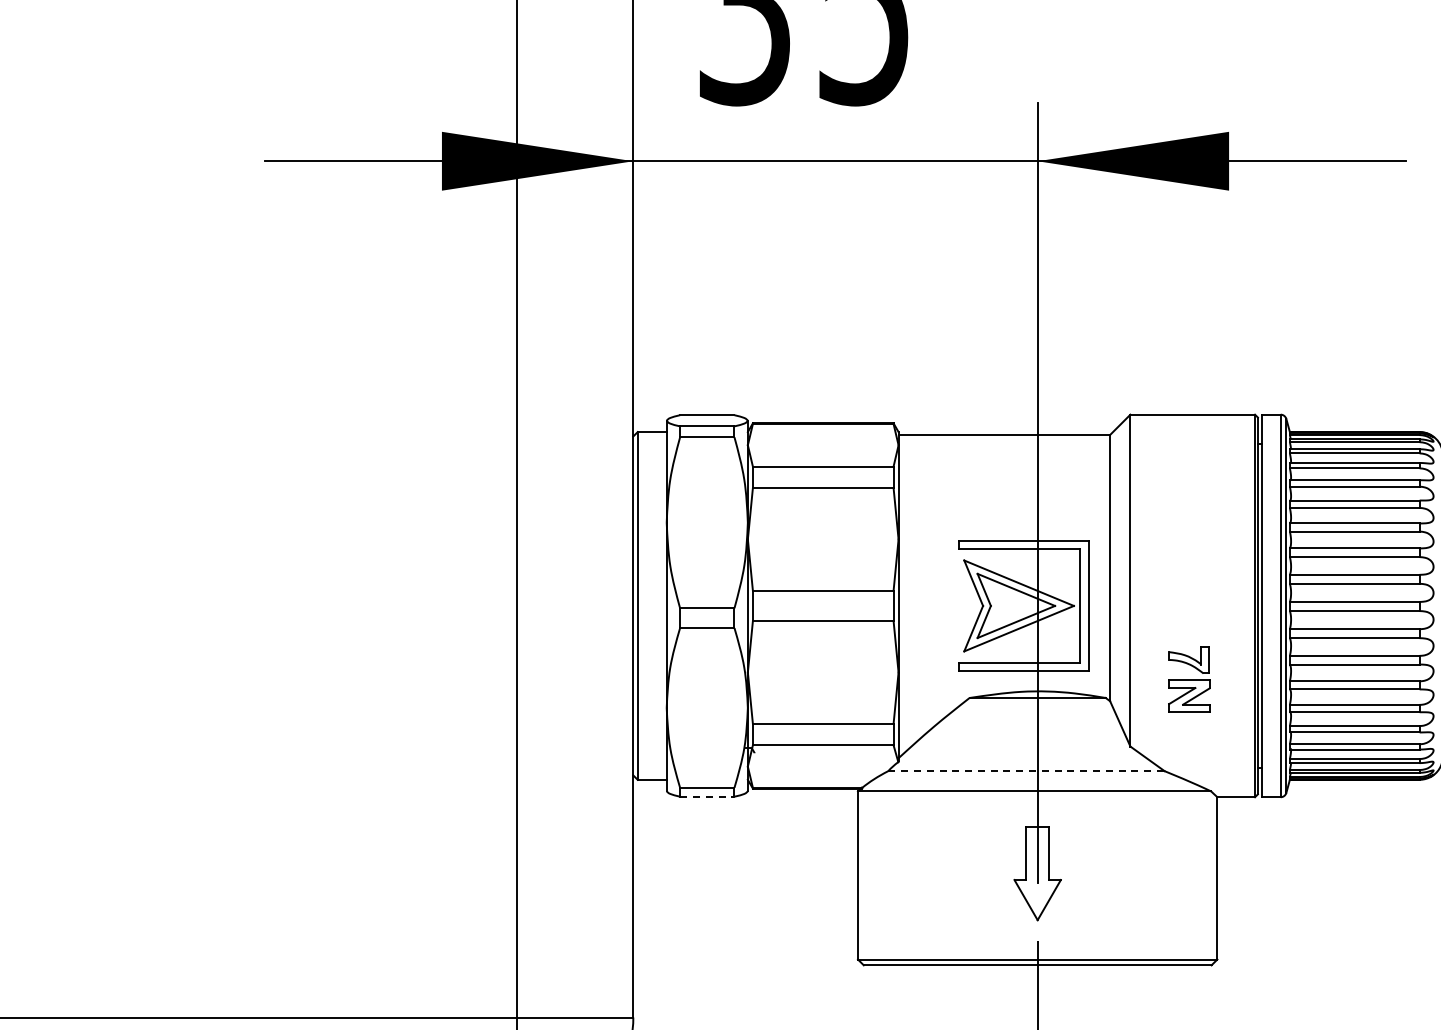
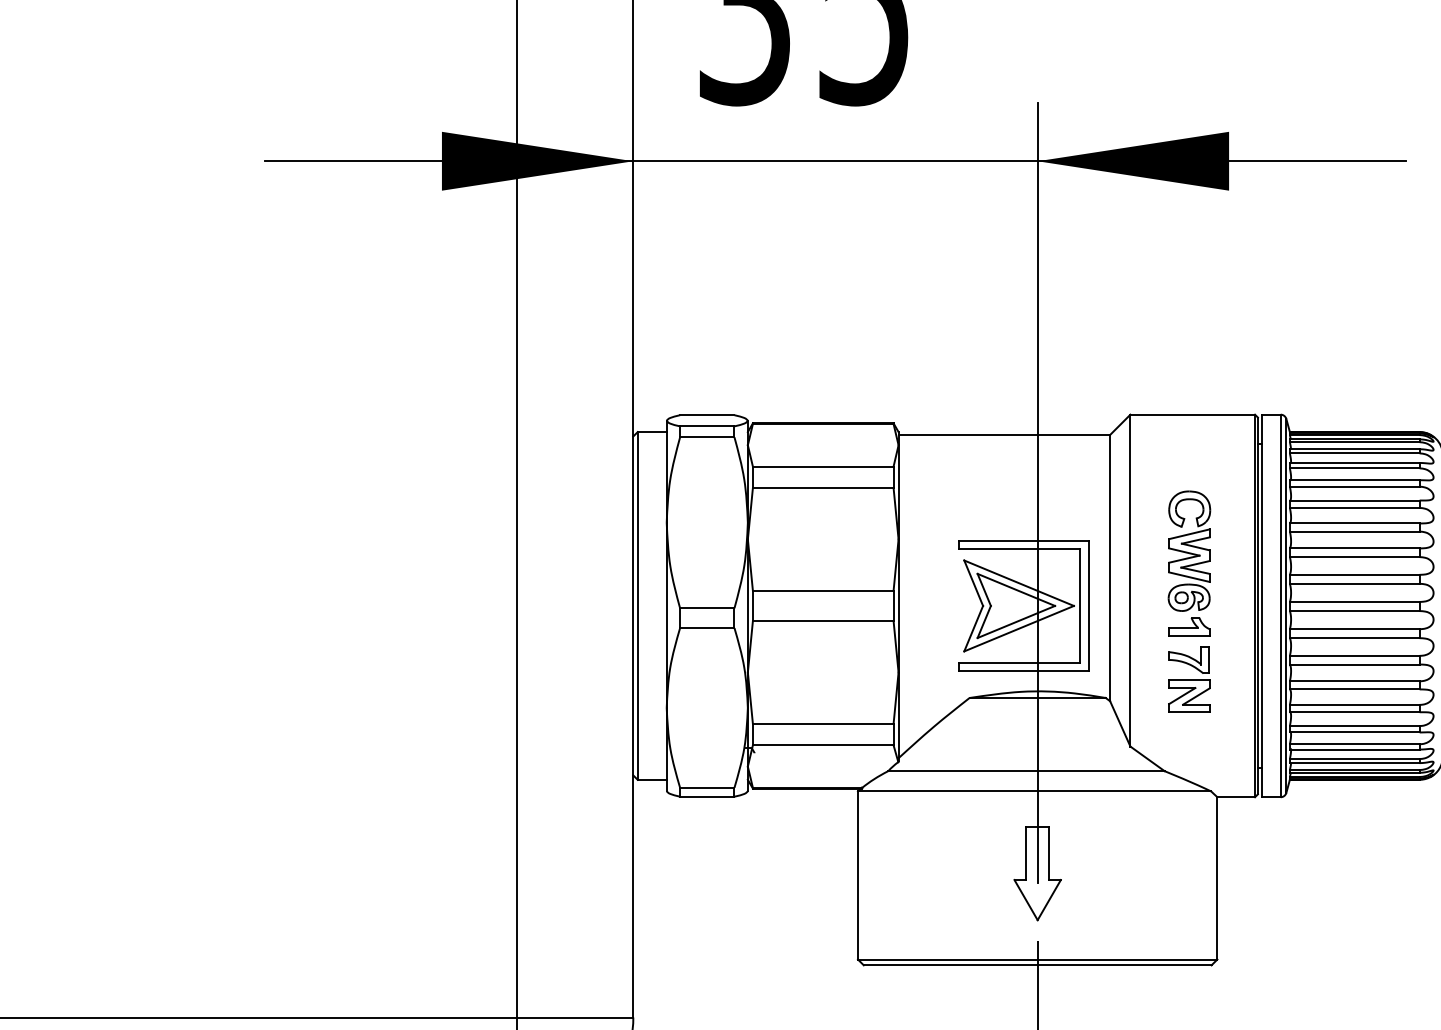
part at (1189, 563): none -> present
line at (1026, 771): dashed -> solid
line at (707, 796): dashed -> solid
